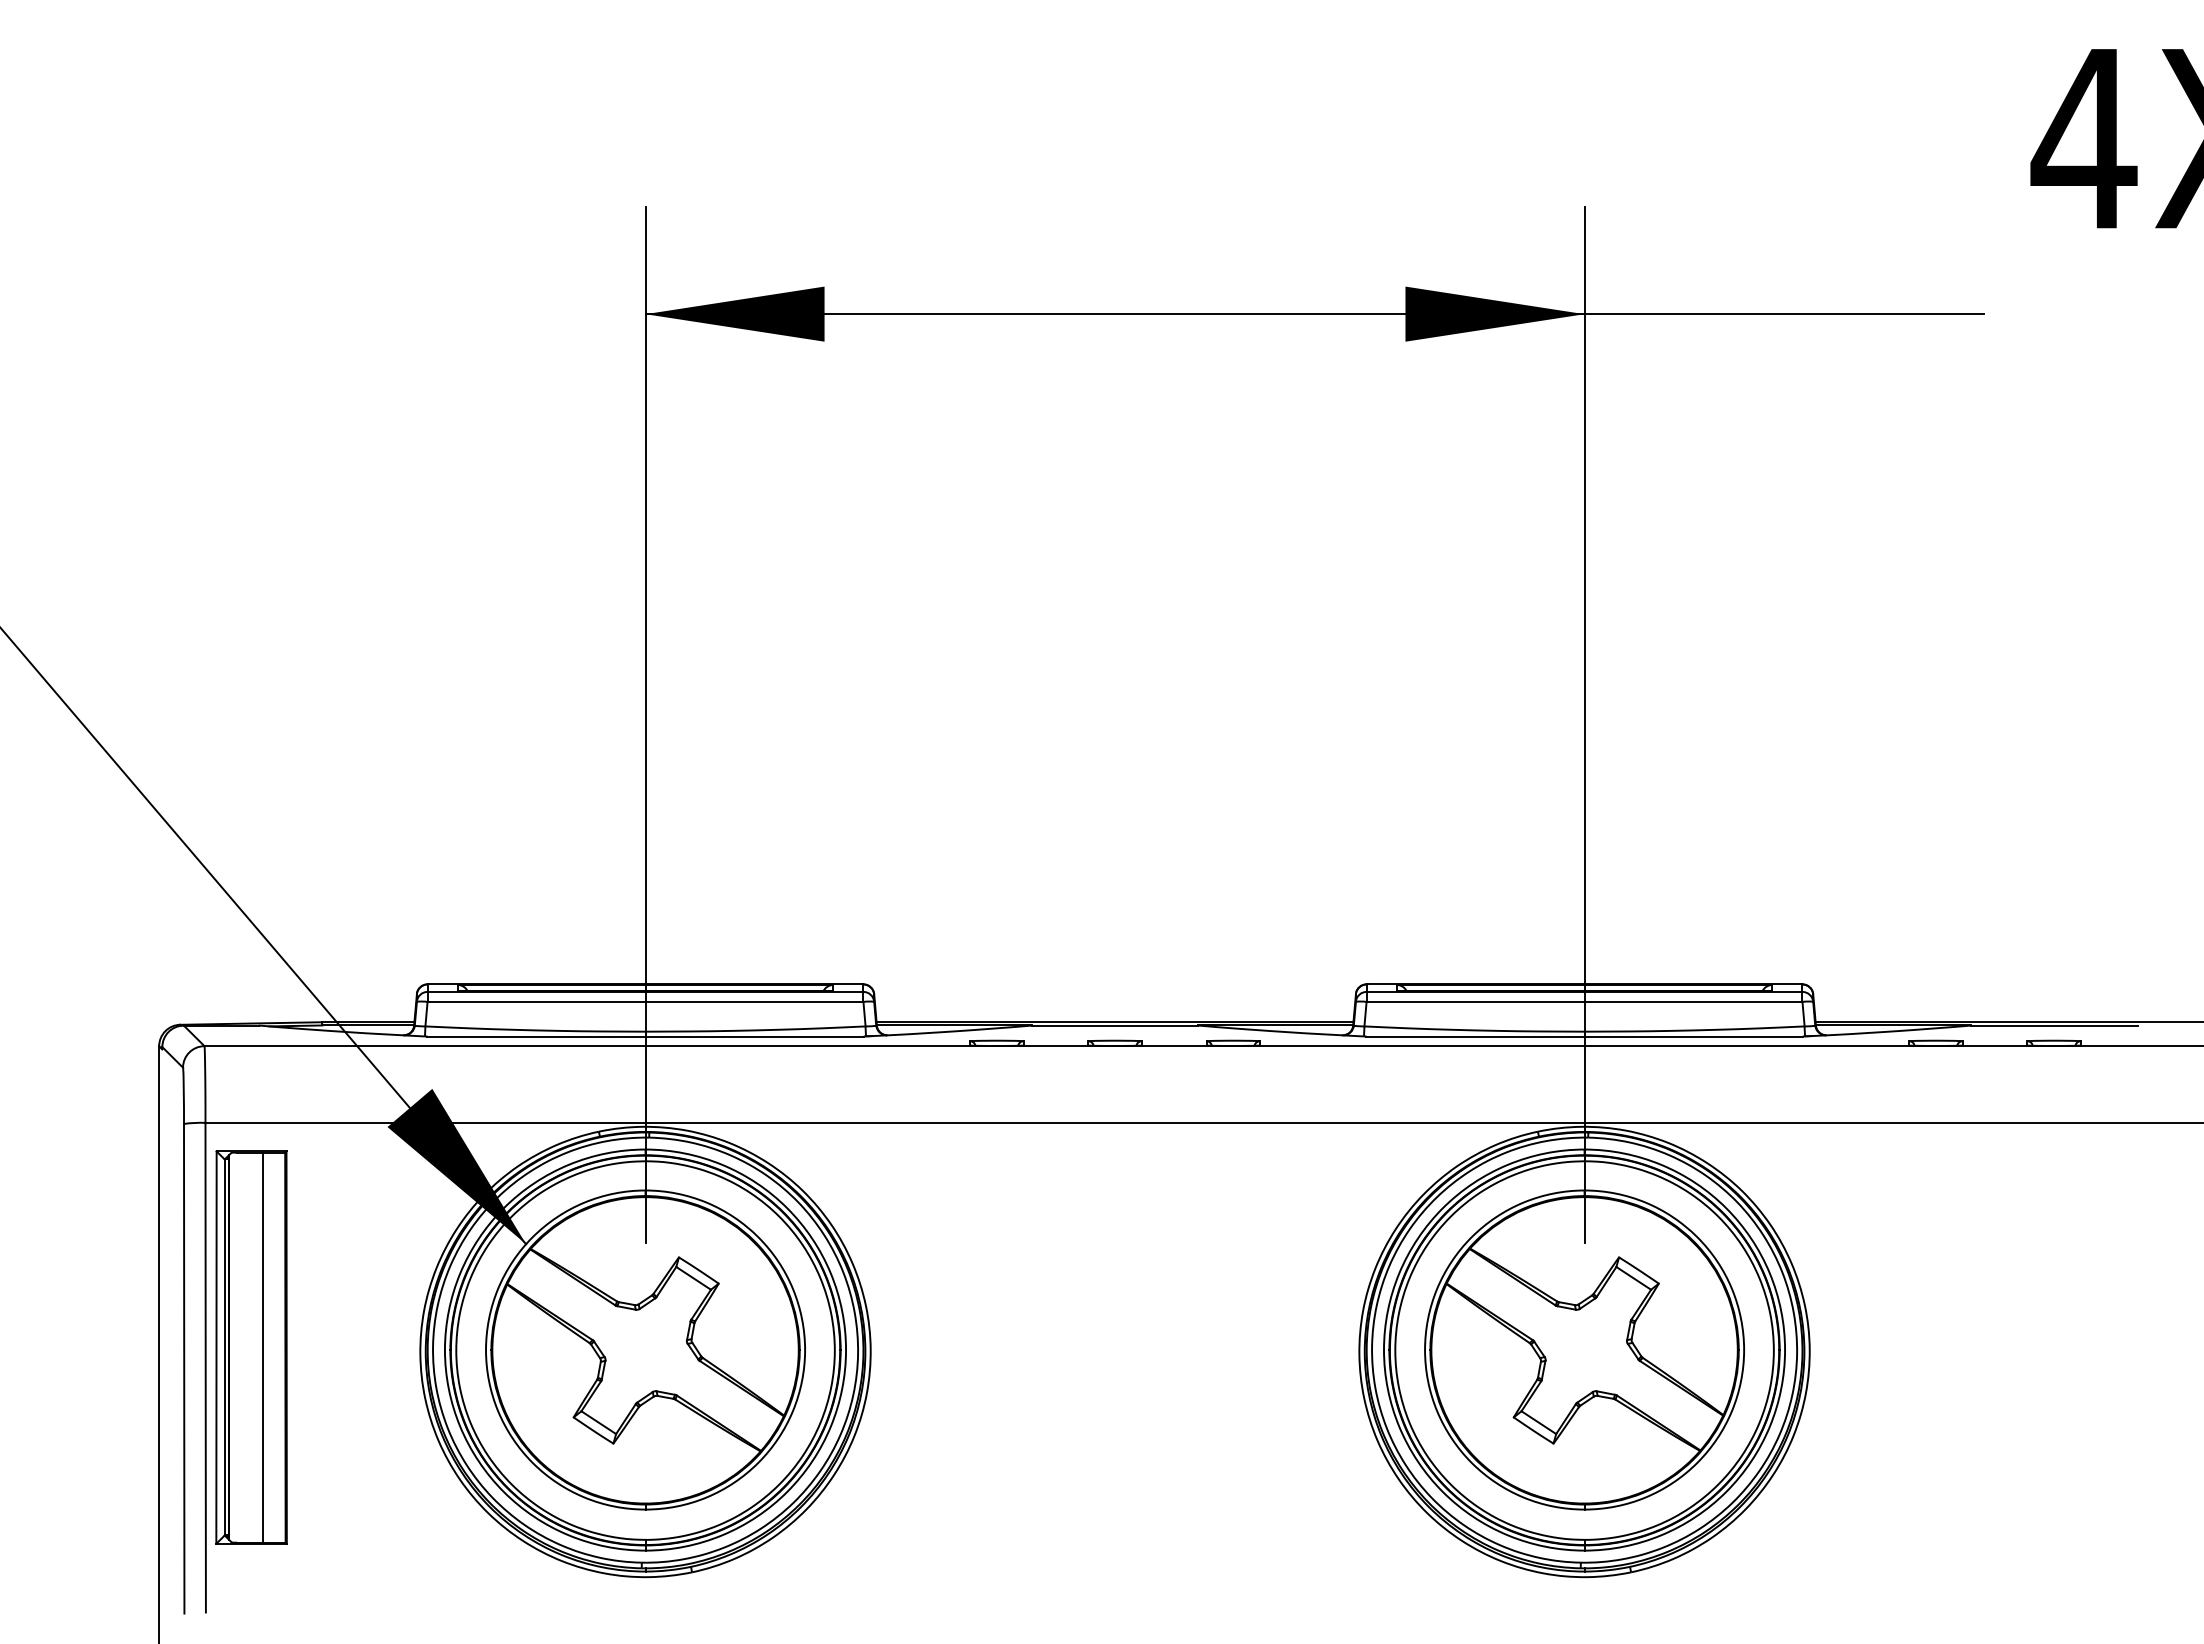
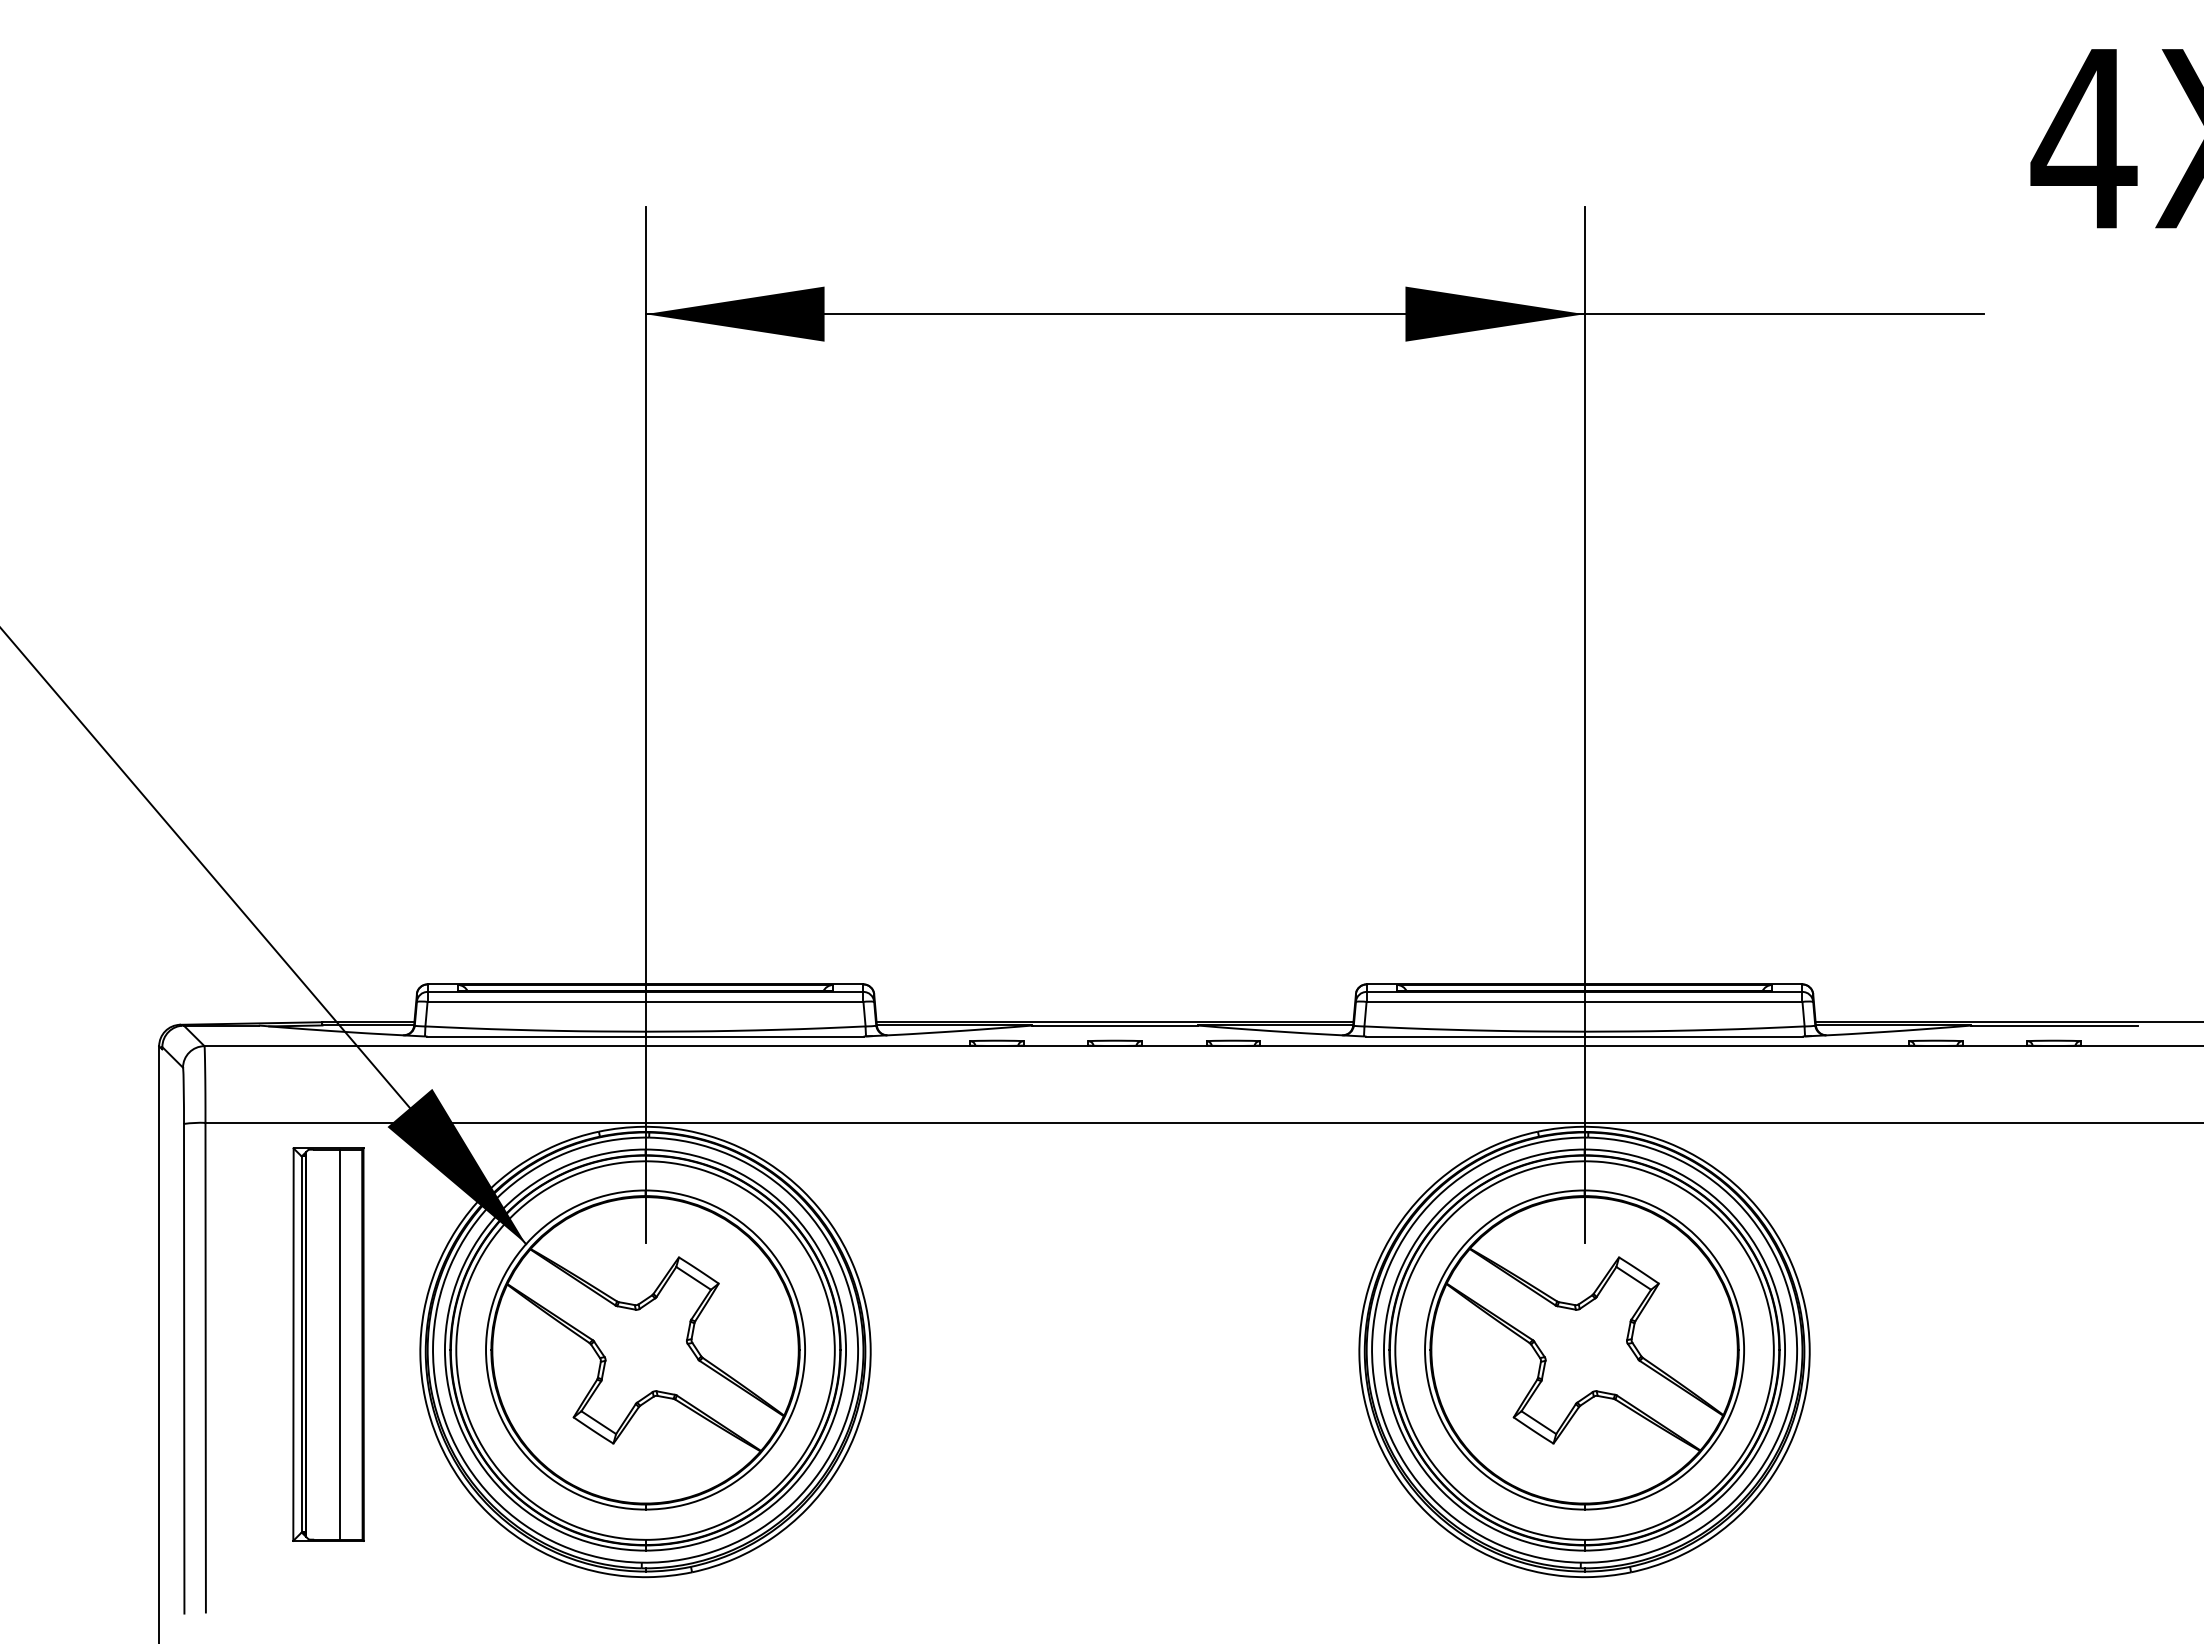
part at (251, 1347) position: (251, 1347) -> (328, 1344)
